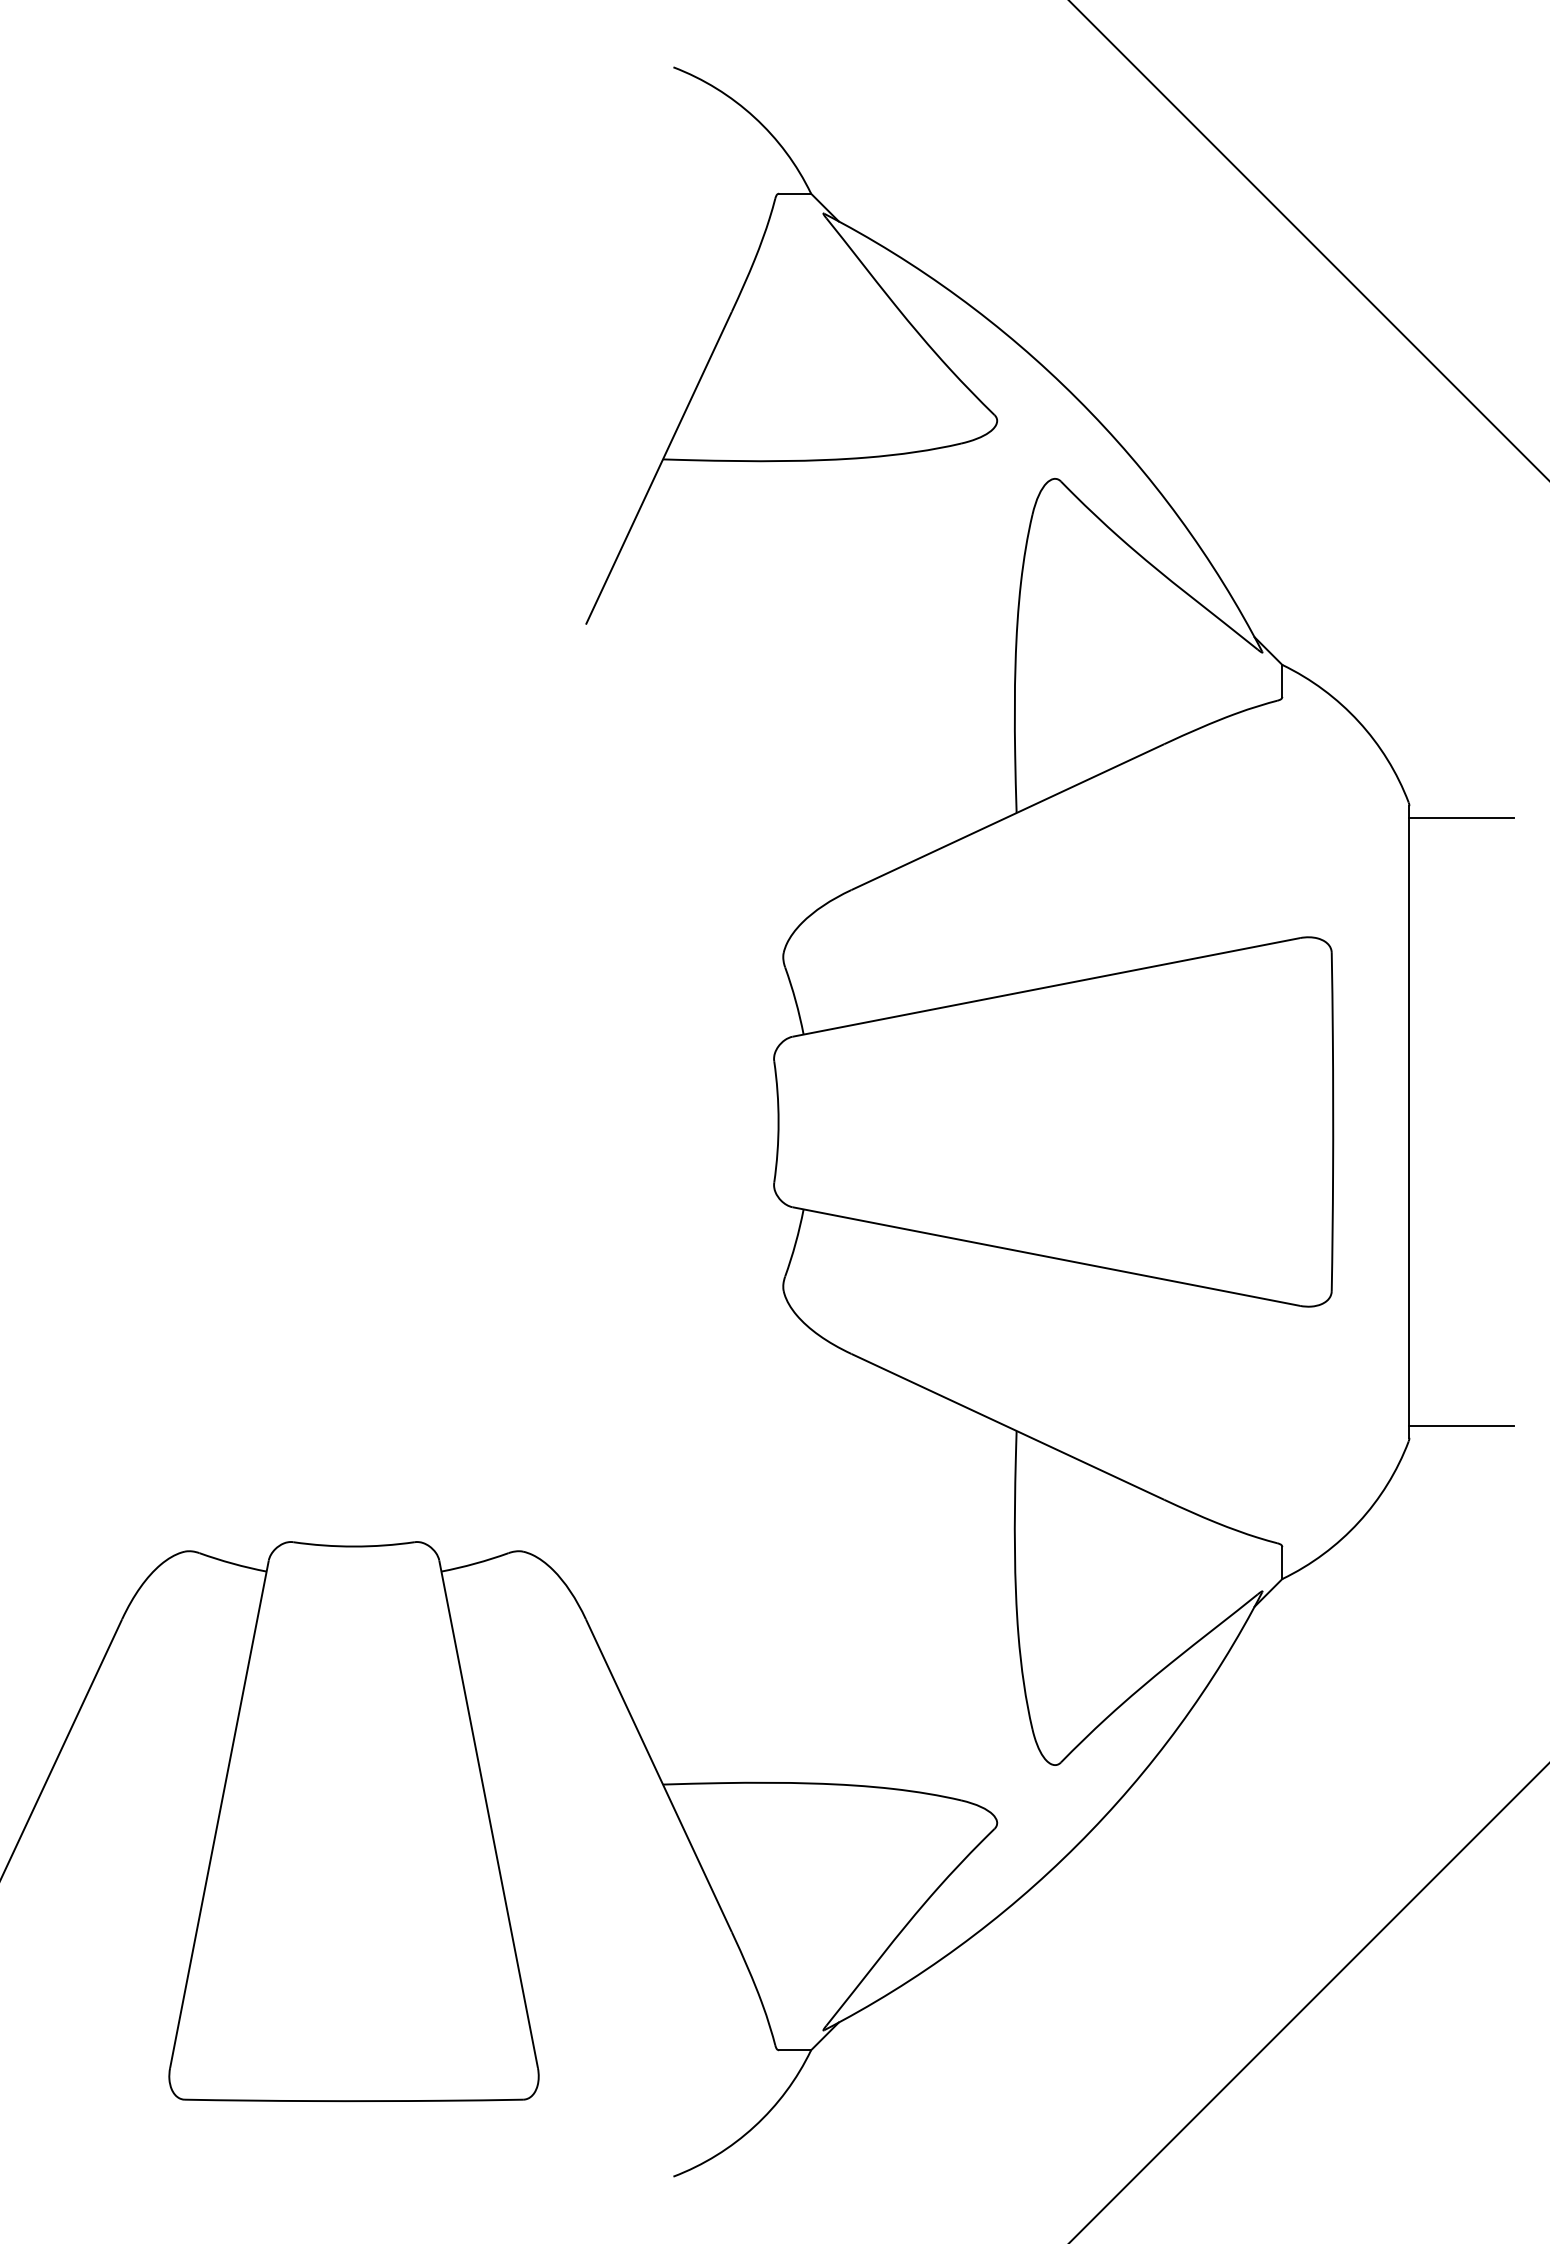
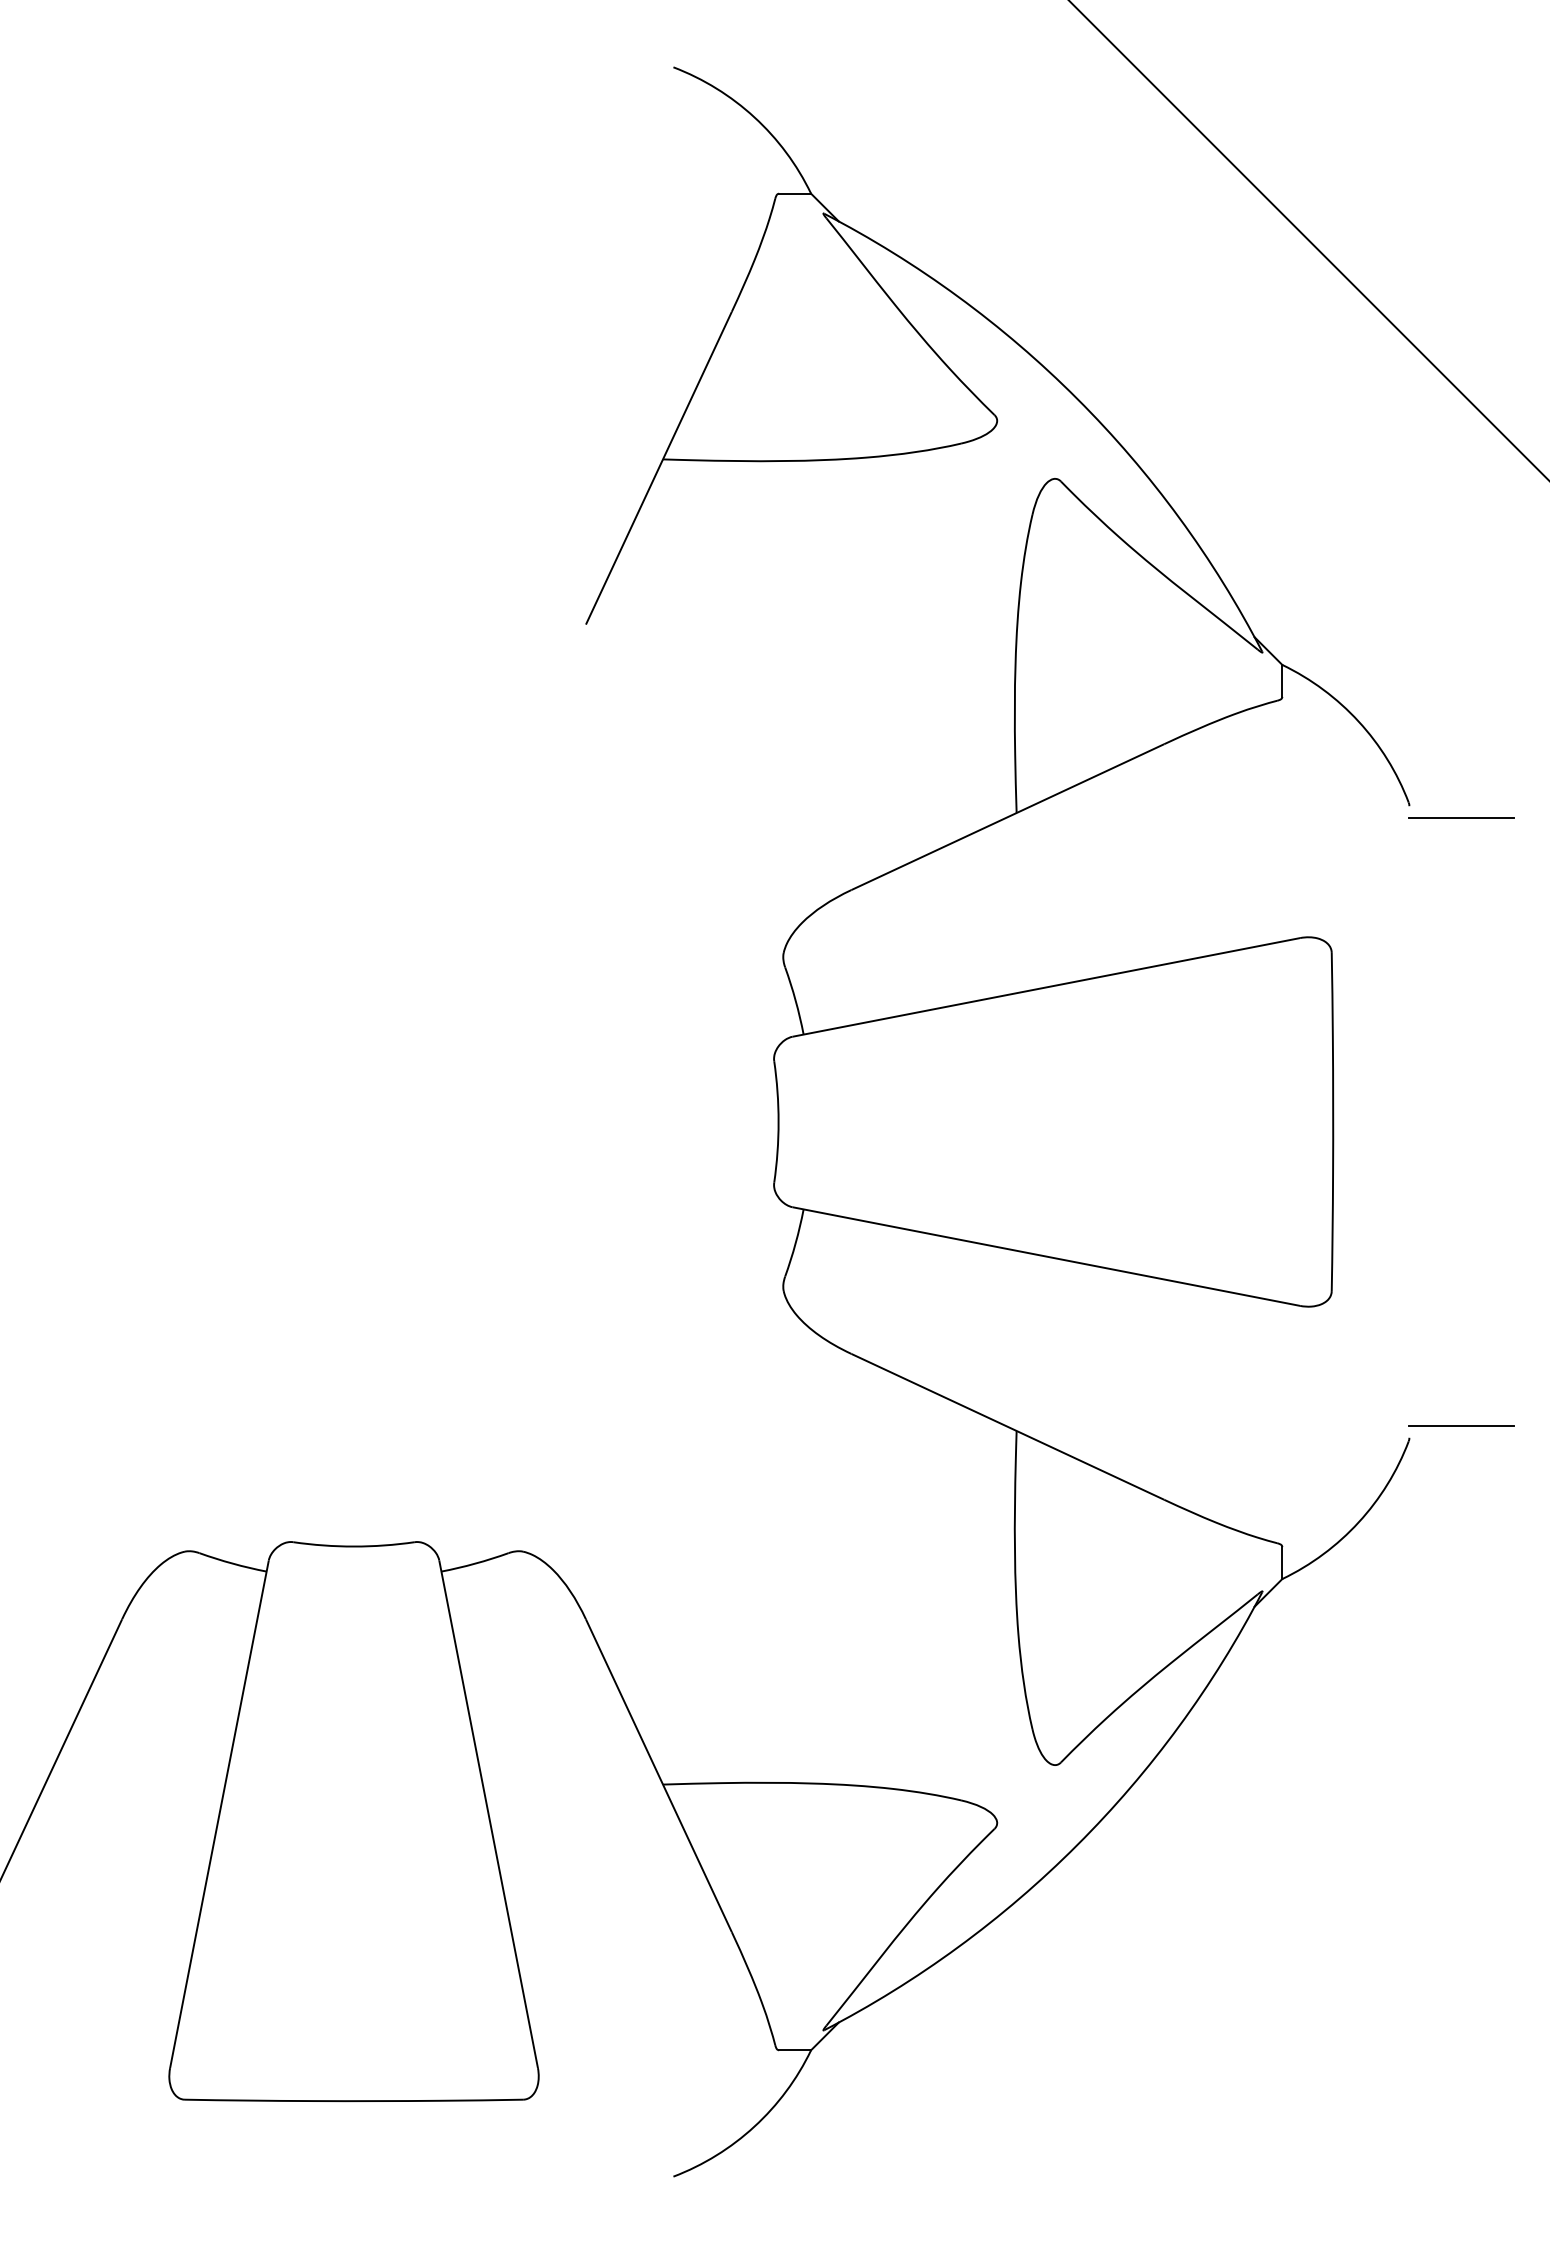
line at (1409, 1121): present -> none
line at (1308, 2002): present -> none
